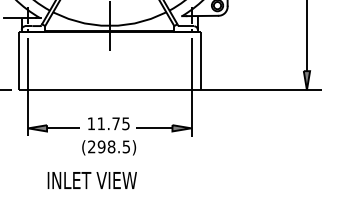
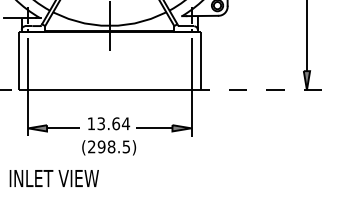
line at (261, 89): solid -> dashed
text at (113, 123): 11.75 -> 13.64
text at (91, 180) position: (91, 180) -> (53, 178)
